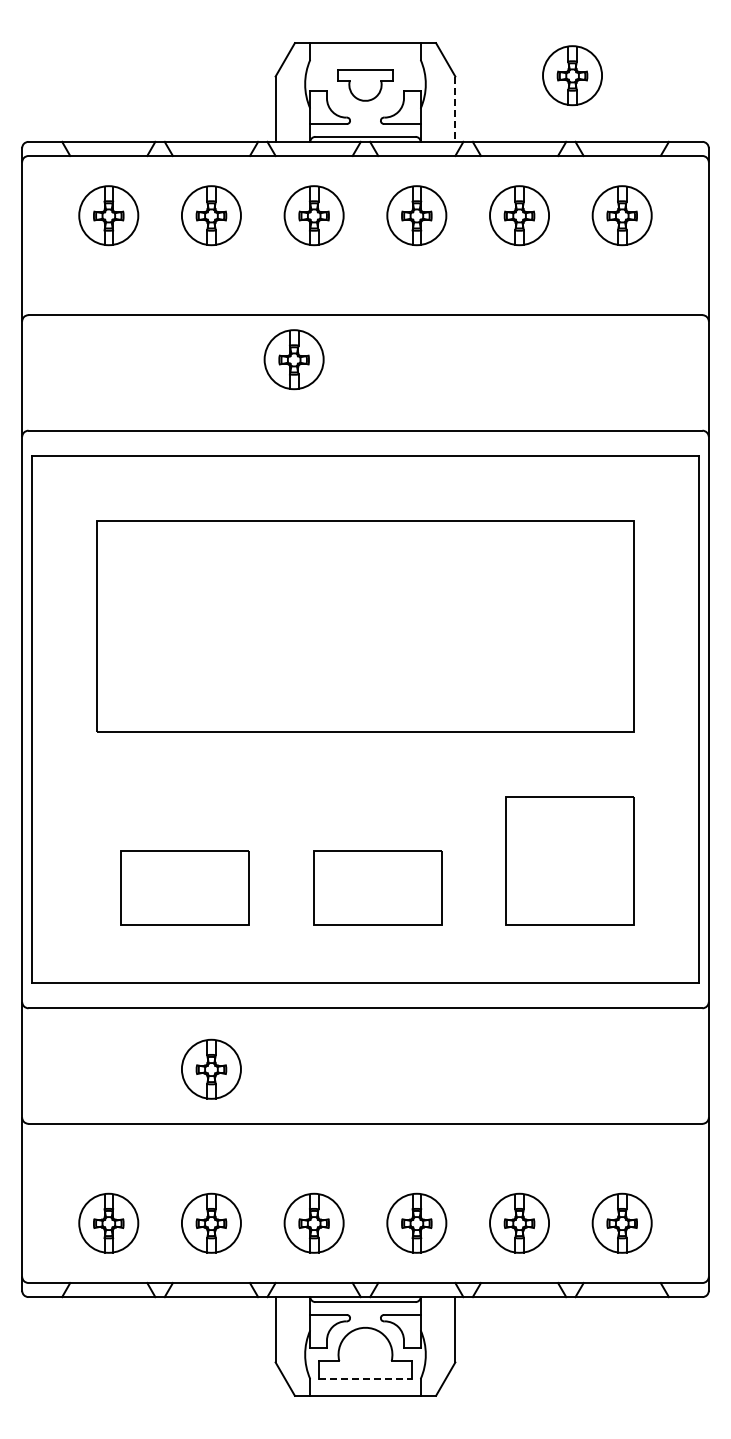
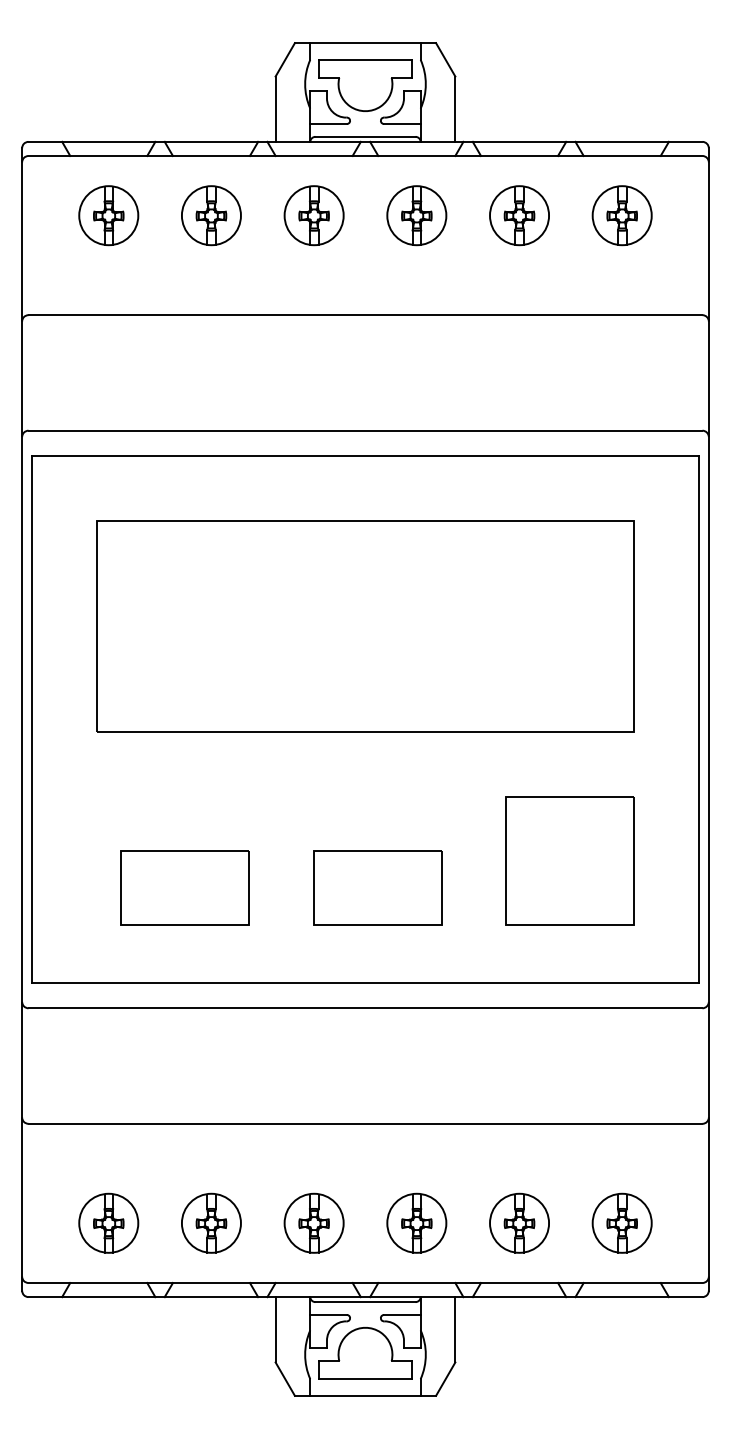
part at (572, 75): present -> none
part at (365, 85) size: 57x33 px -> 95x53 px
line at (455, 109): dashed -> solid
part at (293, 359): present -> none
part at (211, 1068): present -> none
line at (365, 1379): dashed -> solid
